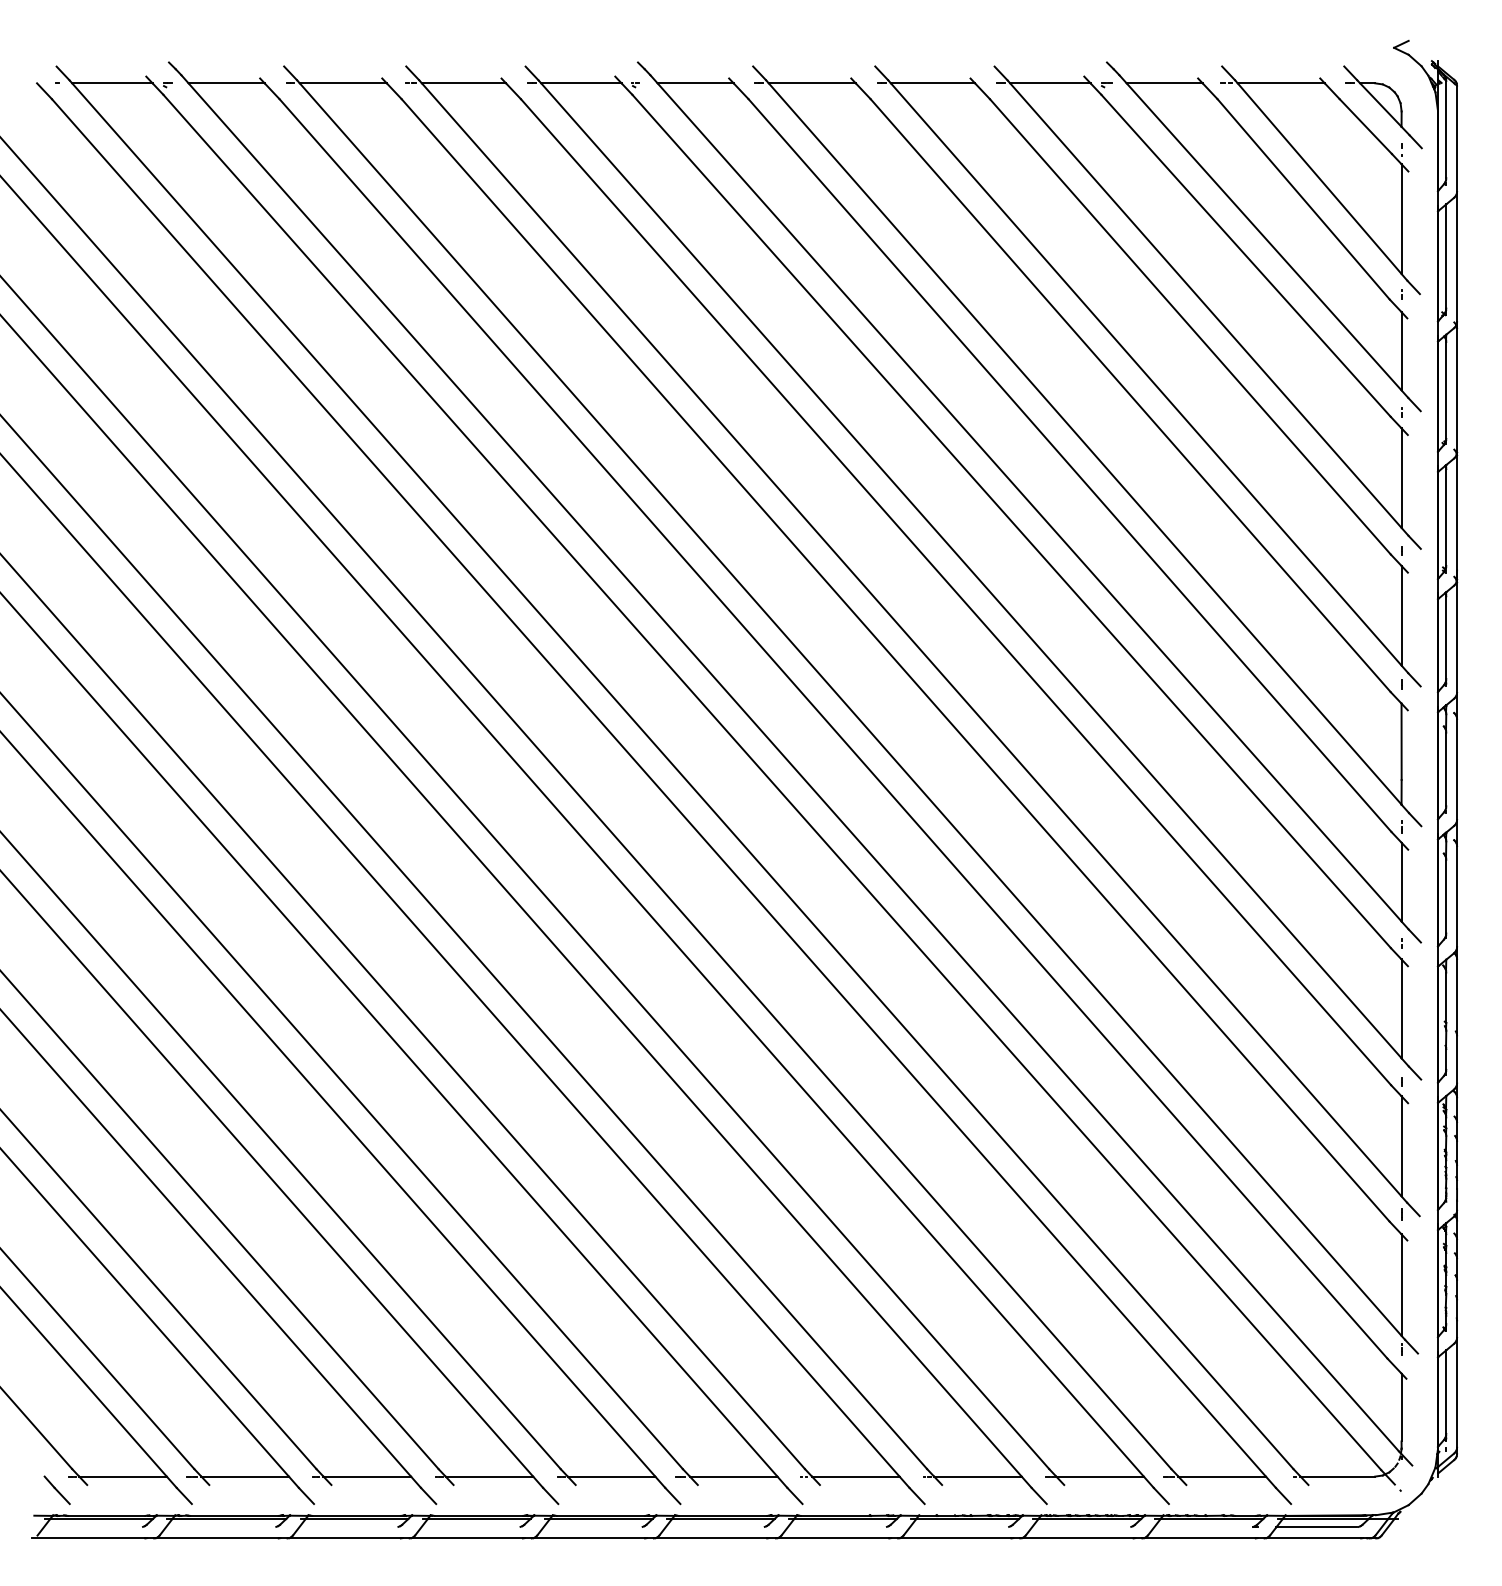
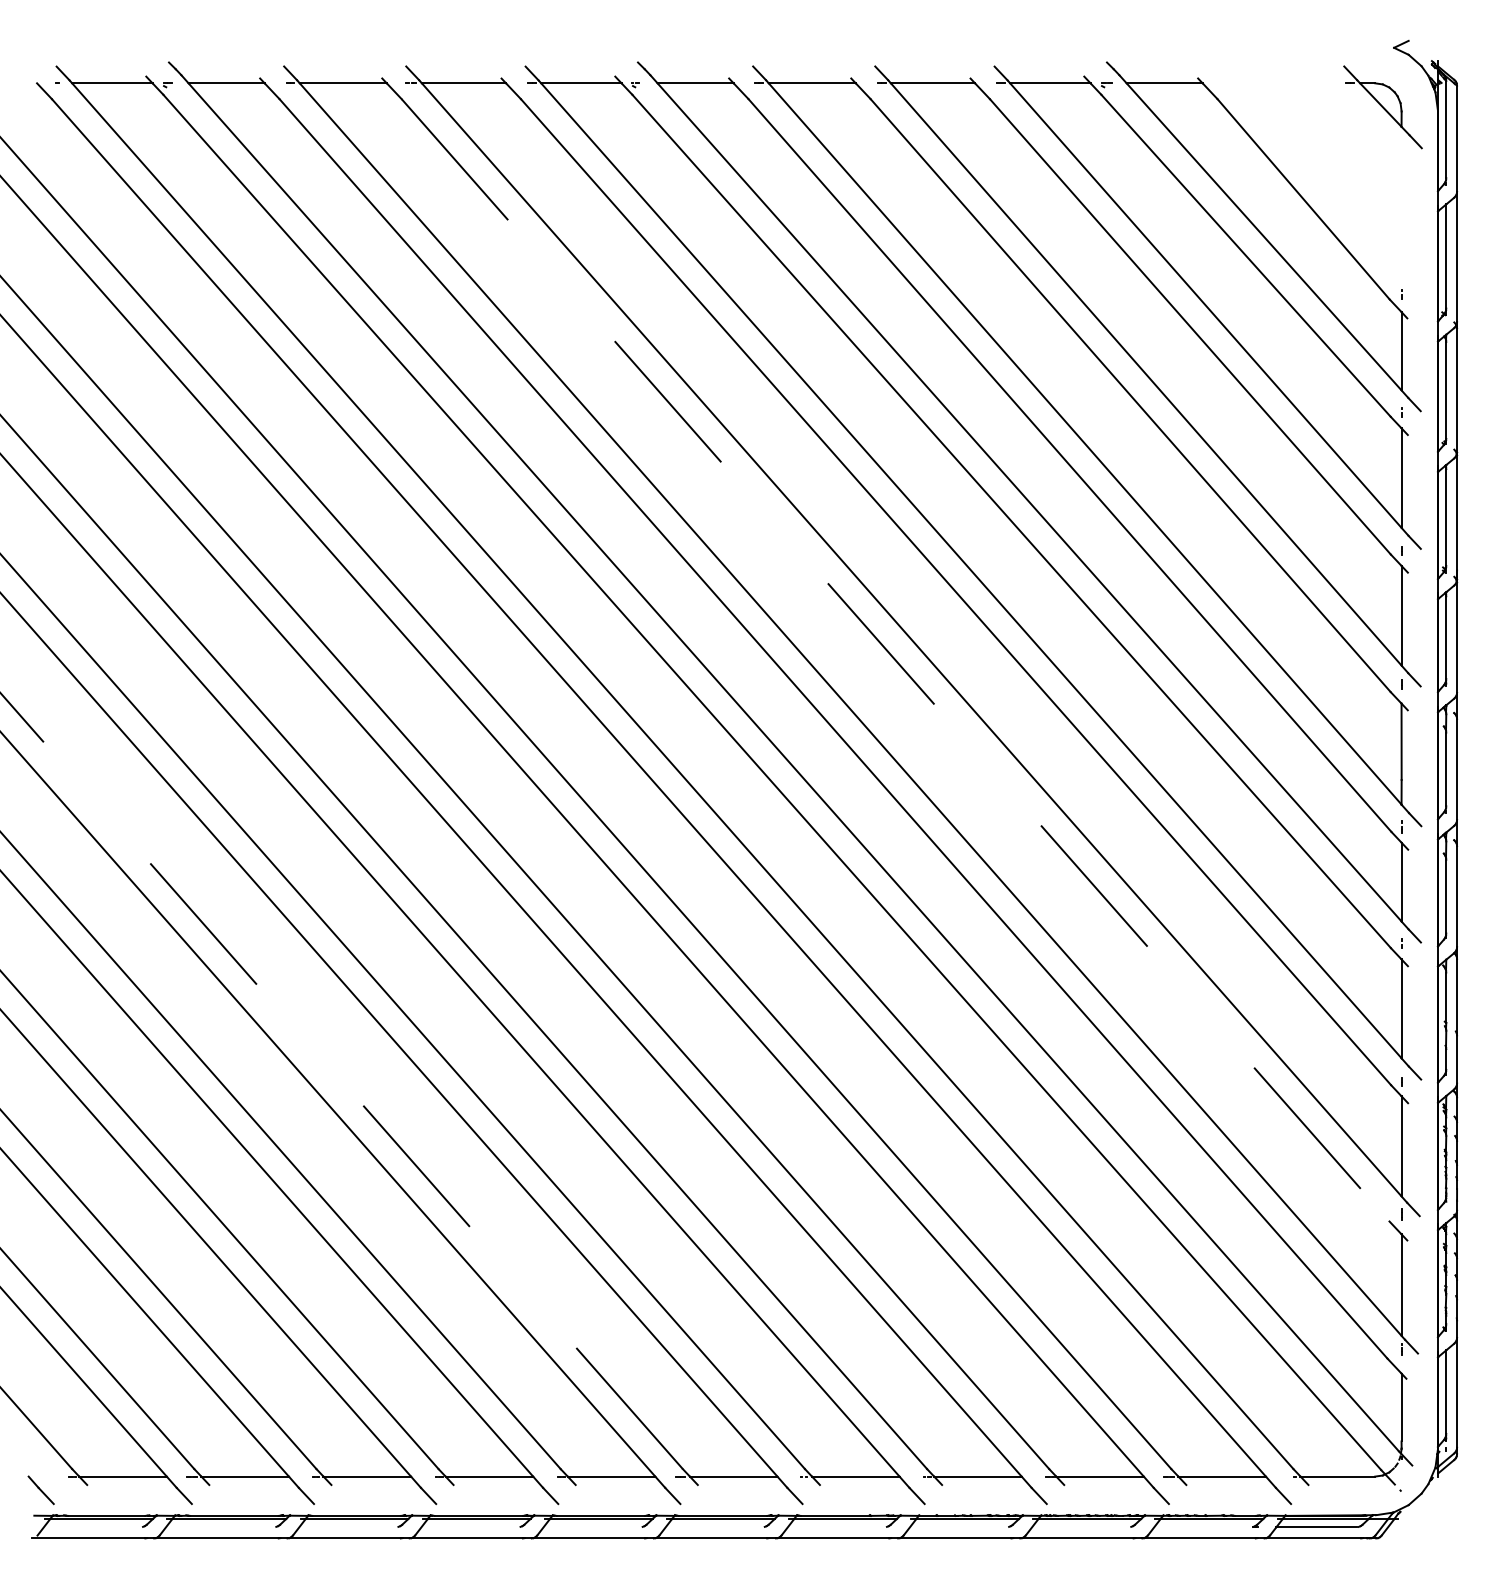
part at (1320, 180): present -> none
line at (895, 660): solid -> dashed
line at (341, 1080): solid -> dashed
line at (56, 1490) position: (56, 1490) -> (40, 1490)
